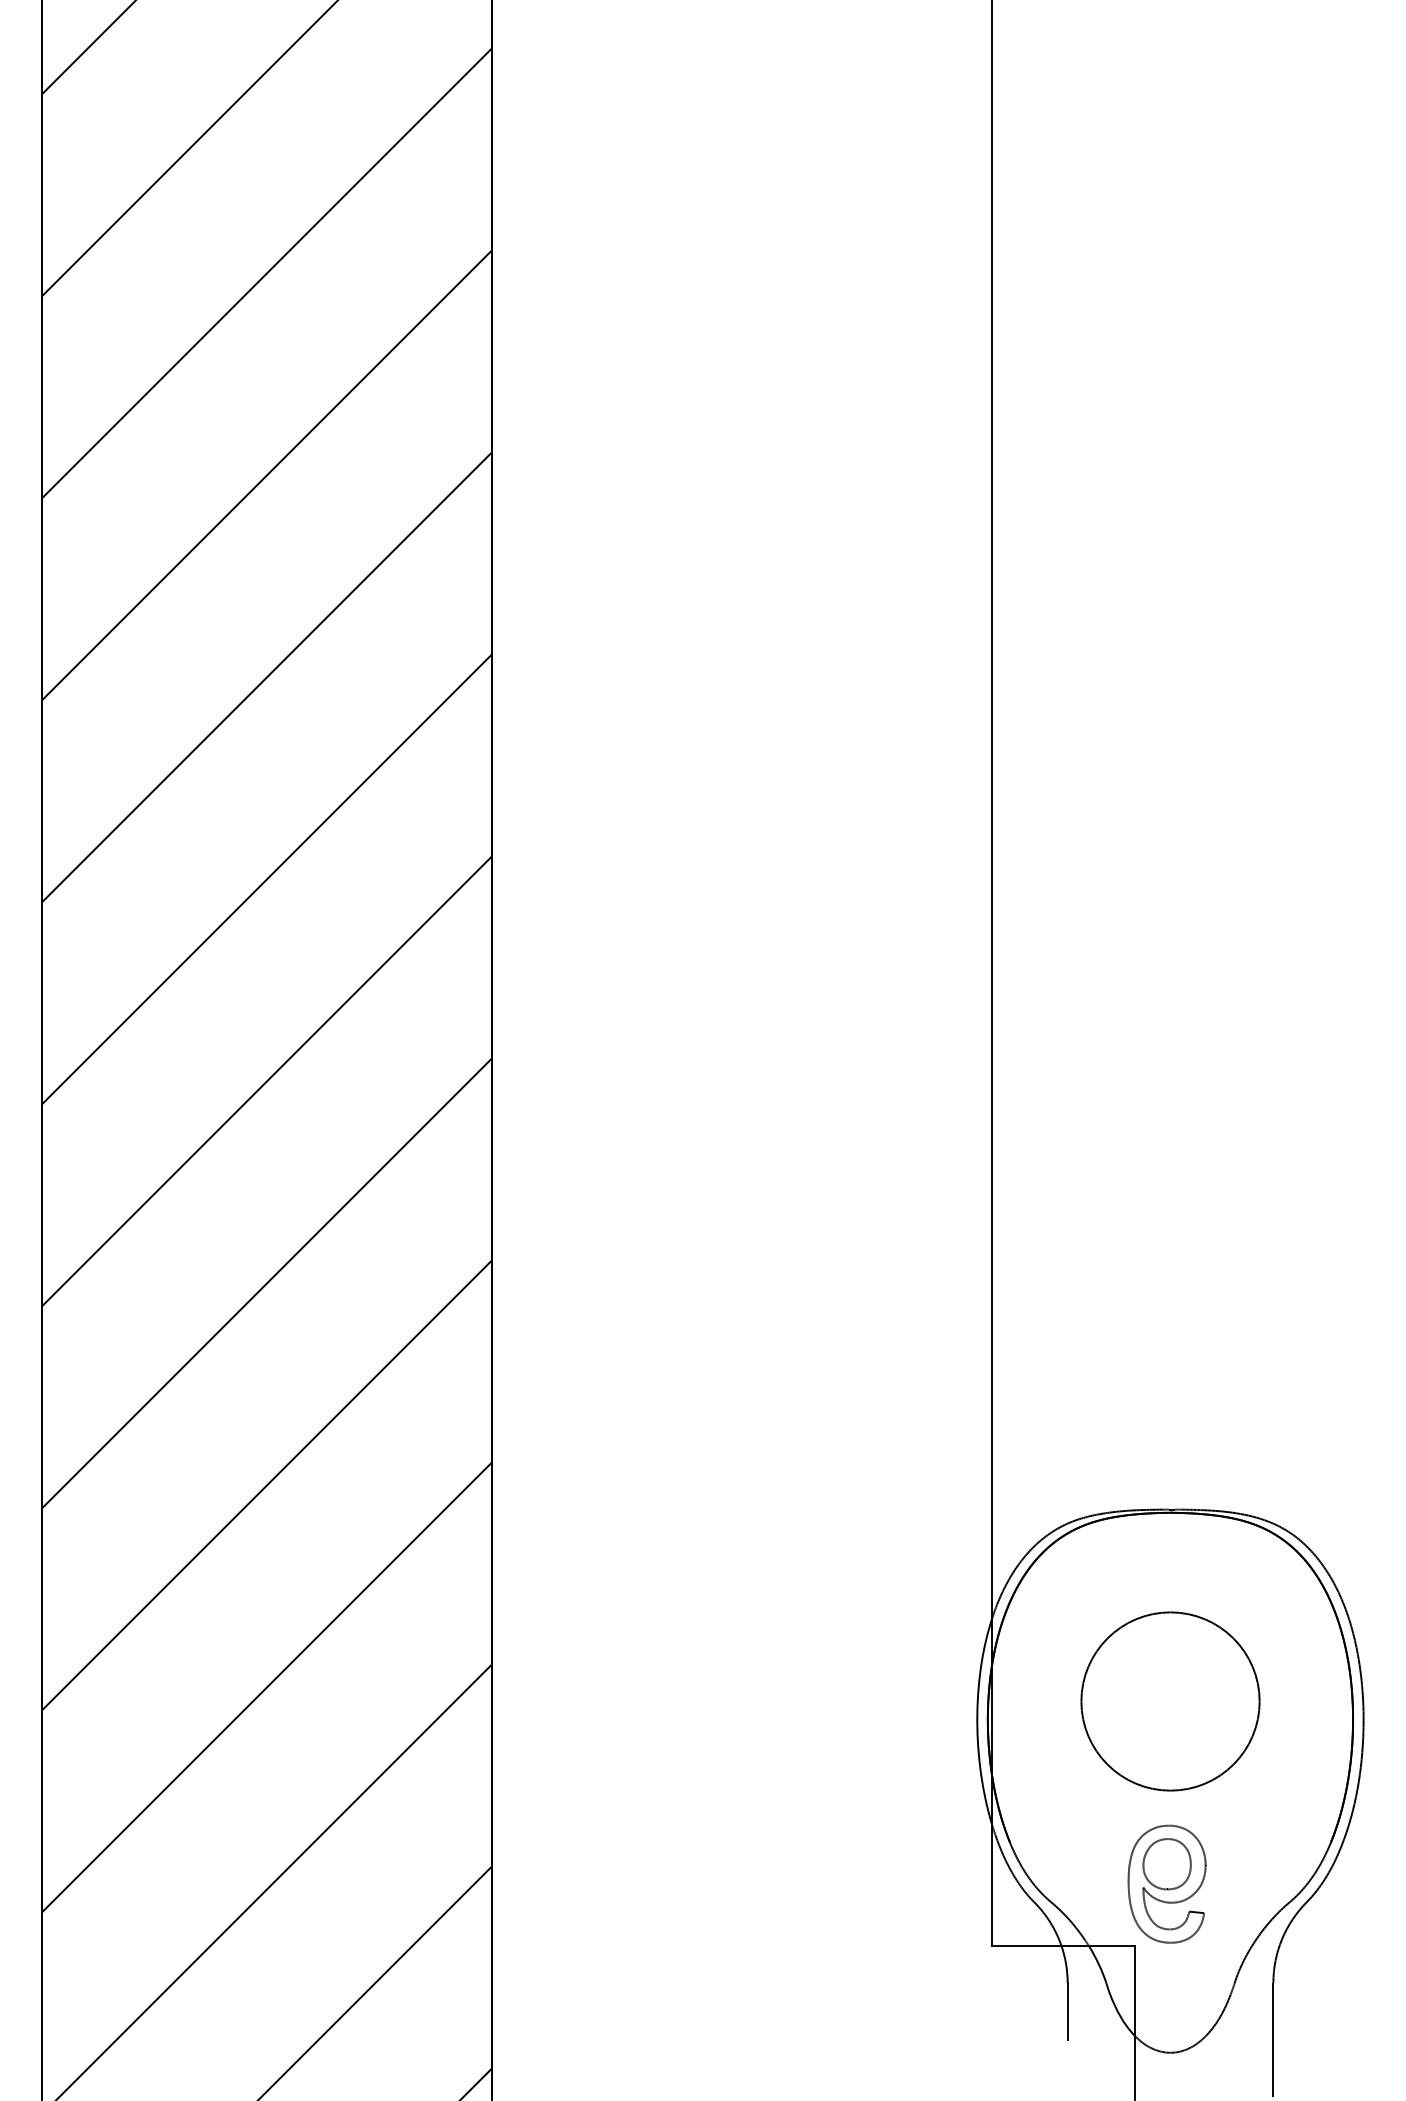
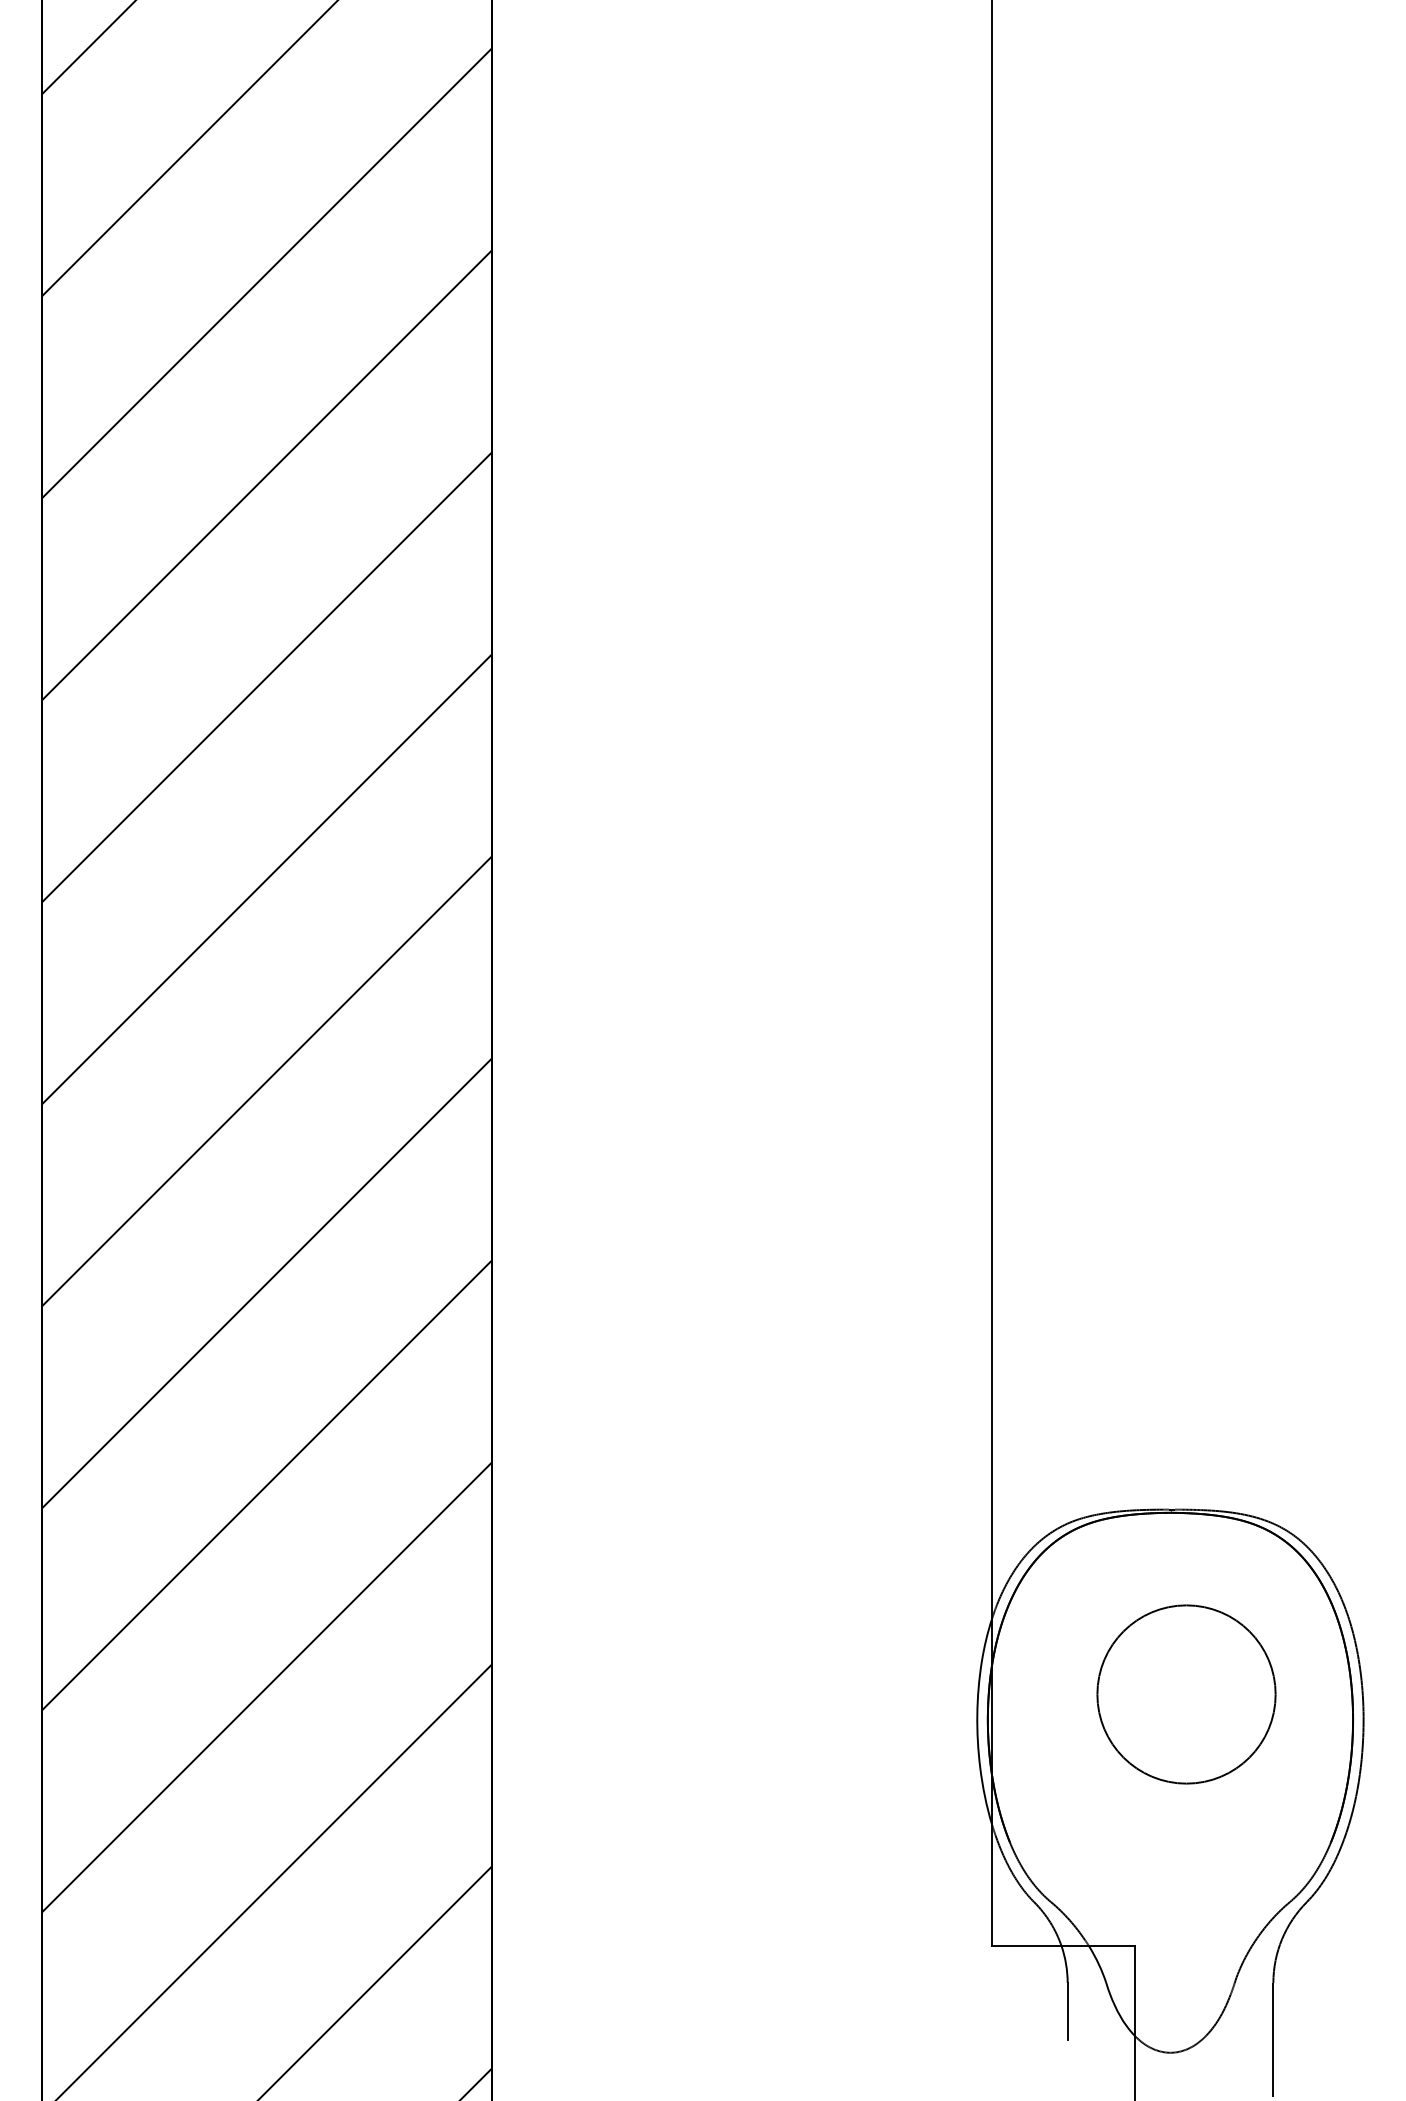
circle at (1170, 1701) position: (1170, 1701) -> (1186, 1694)
part at (1166, 1883): present -> none
